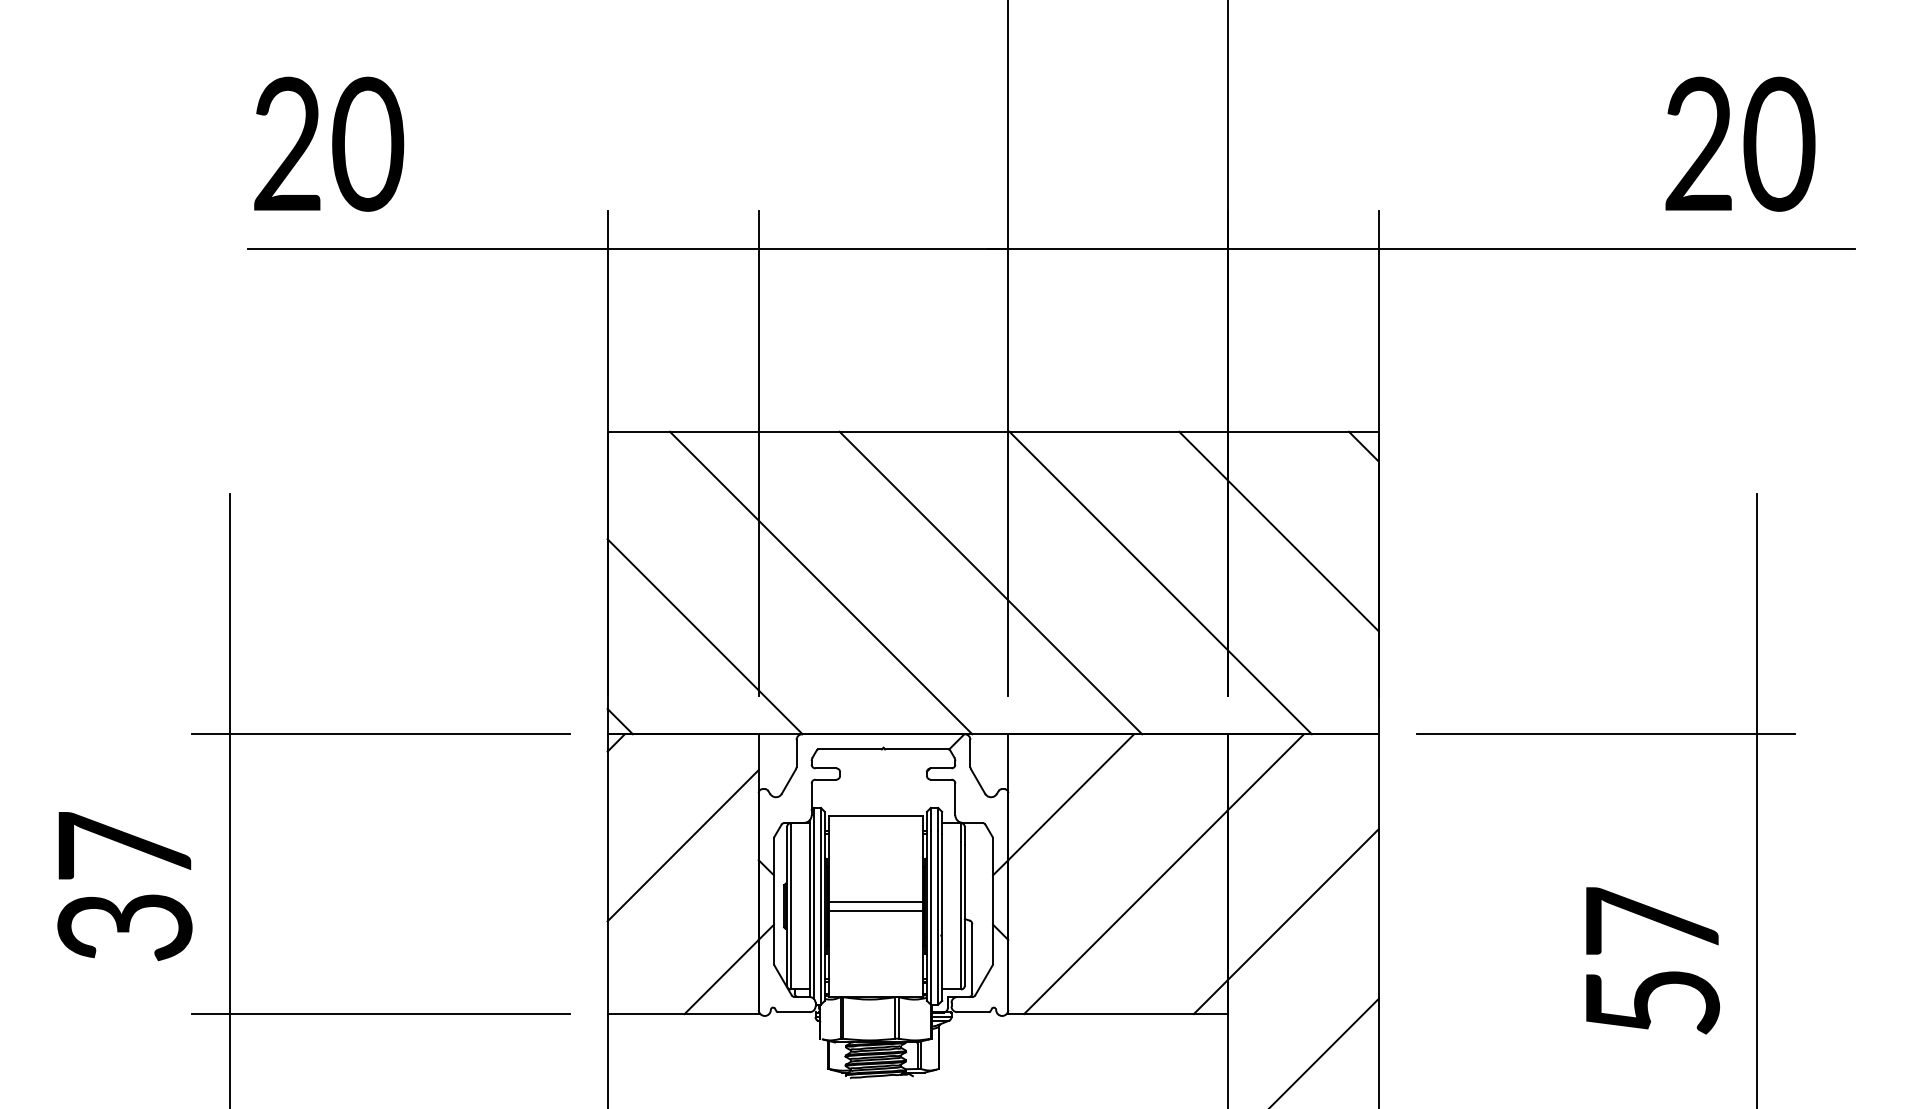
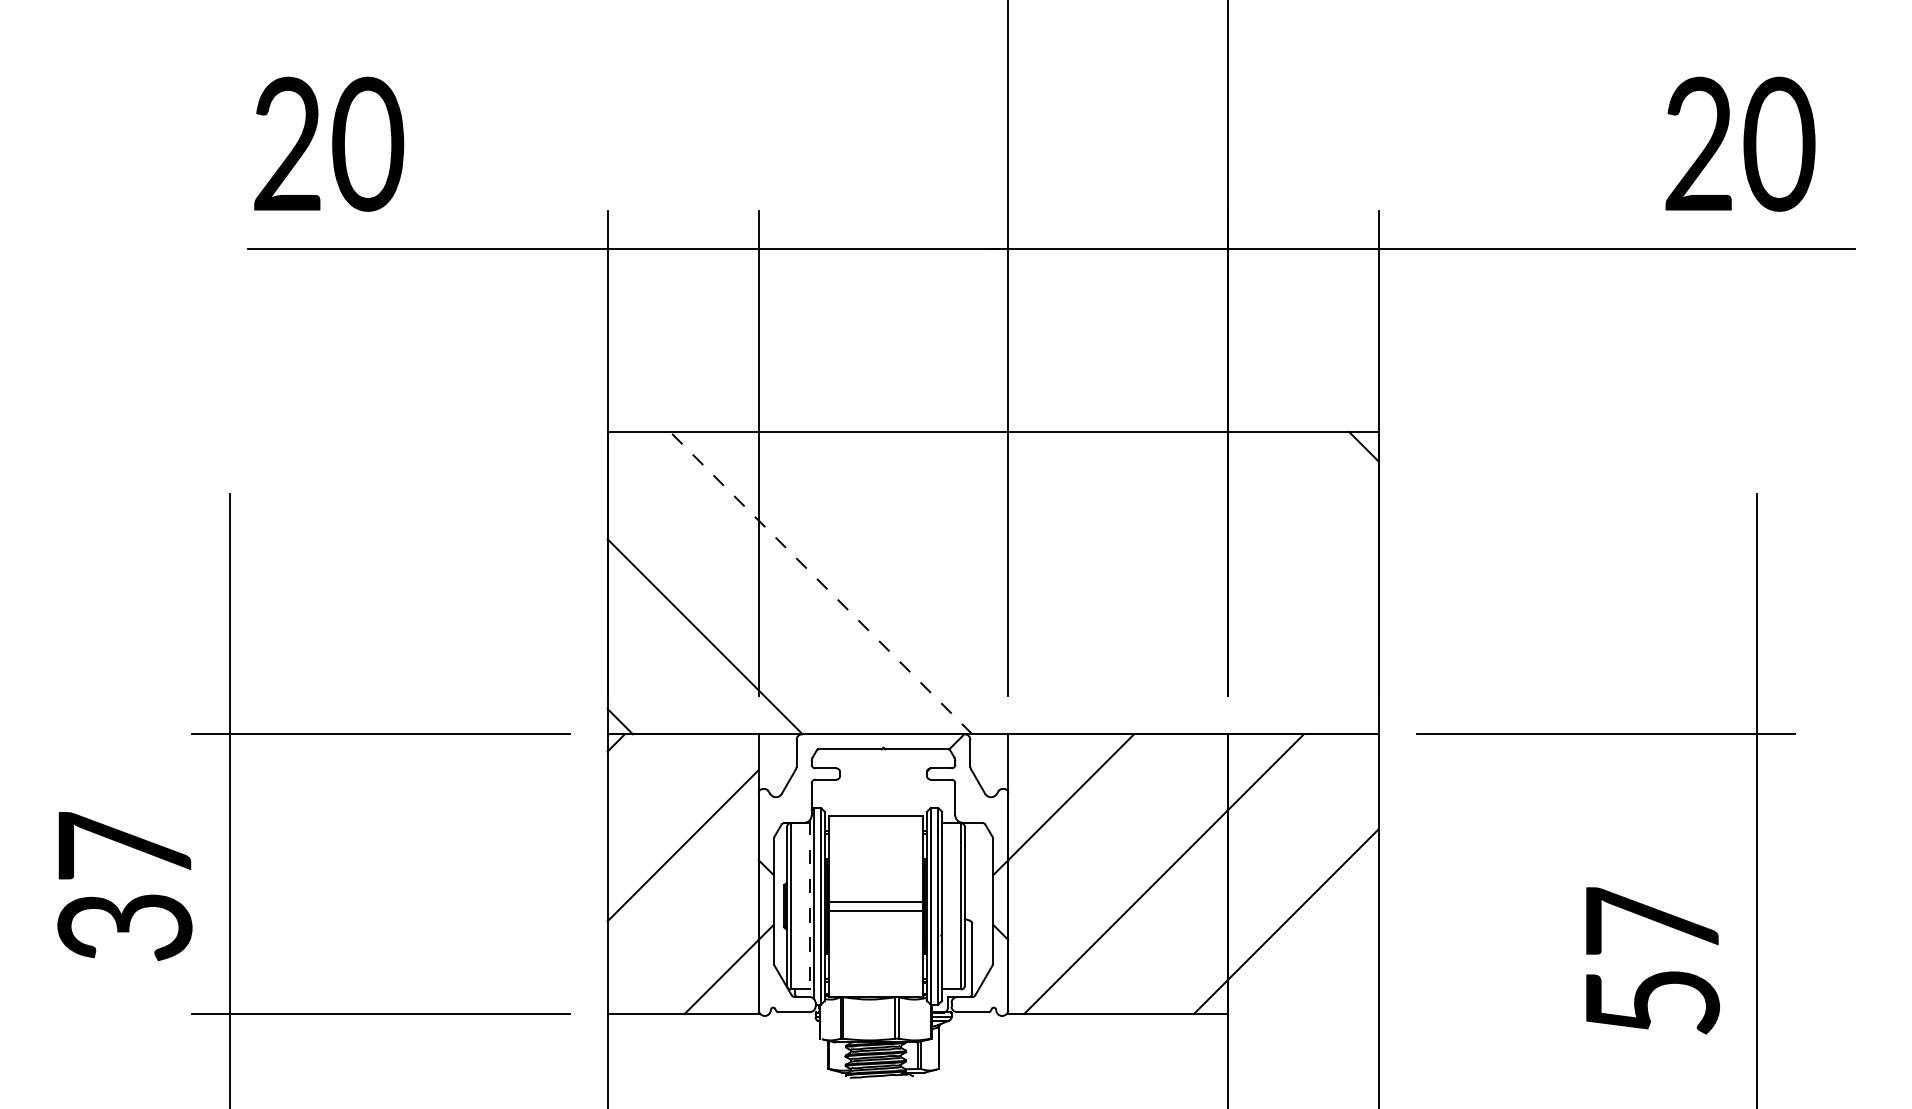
line at (1278, 531): present -> none
line at (990, 582): present -> none
line at (1160, 582): present -> none
line at (821, 583): solid -> dashed
line at (809, 909): solid -> dashed
line at (1325, 1051): present -> none
